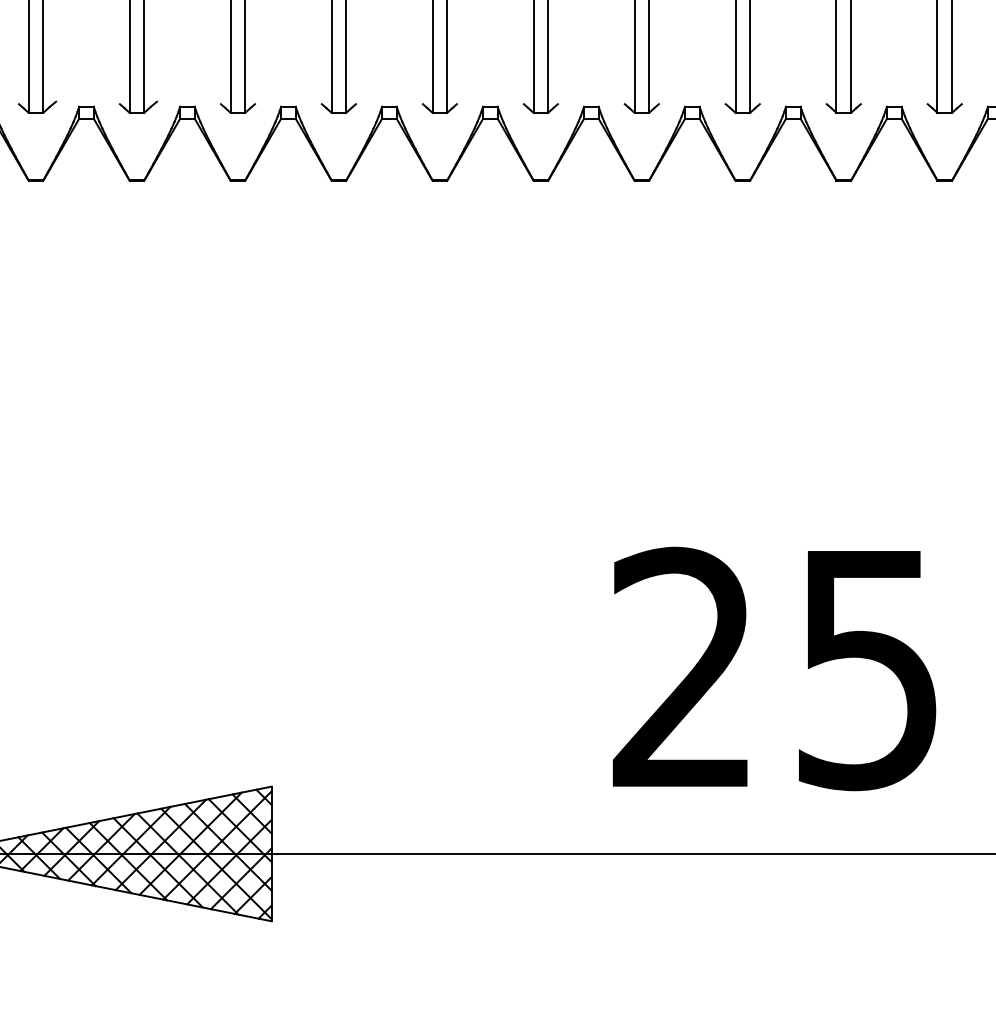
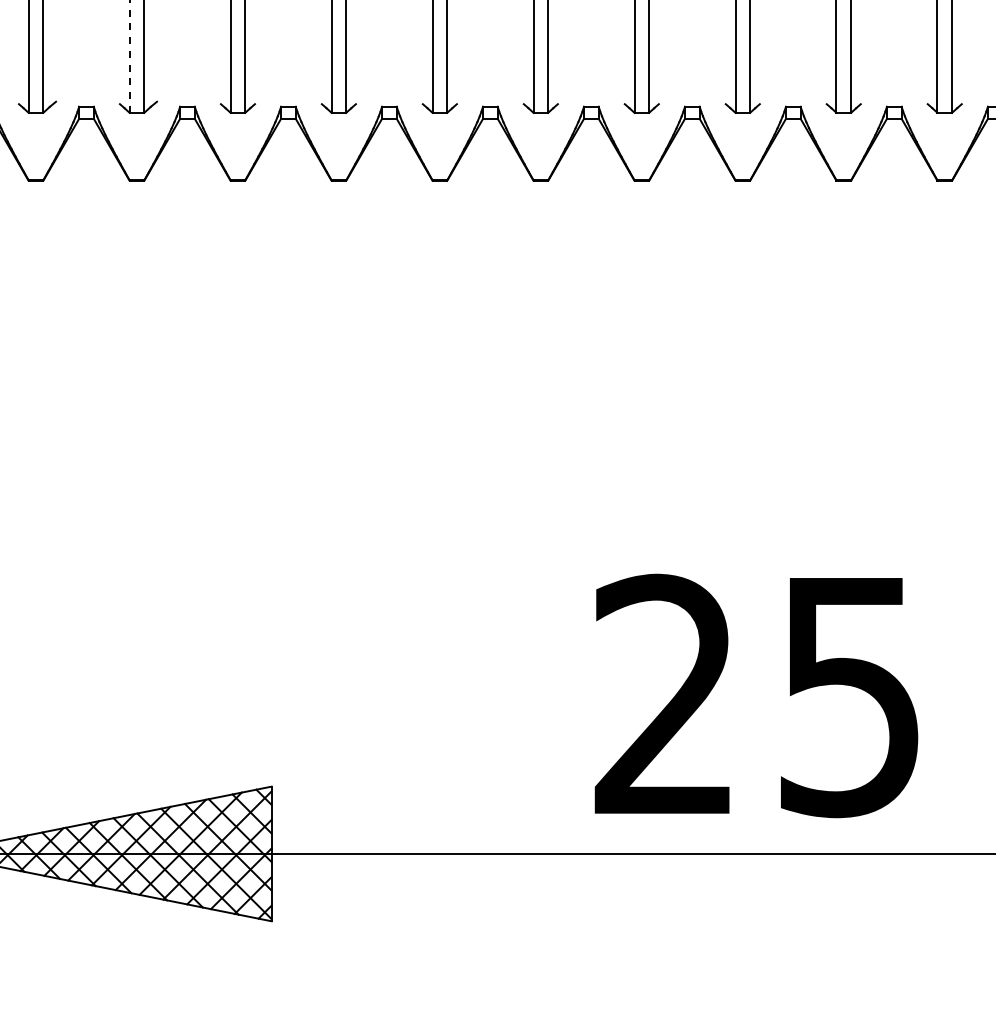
line at (129, 56): solid -> dashed
text at (774, 668) position: (774, 668) -> (756, 695)
